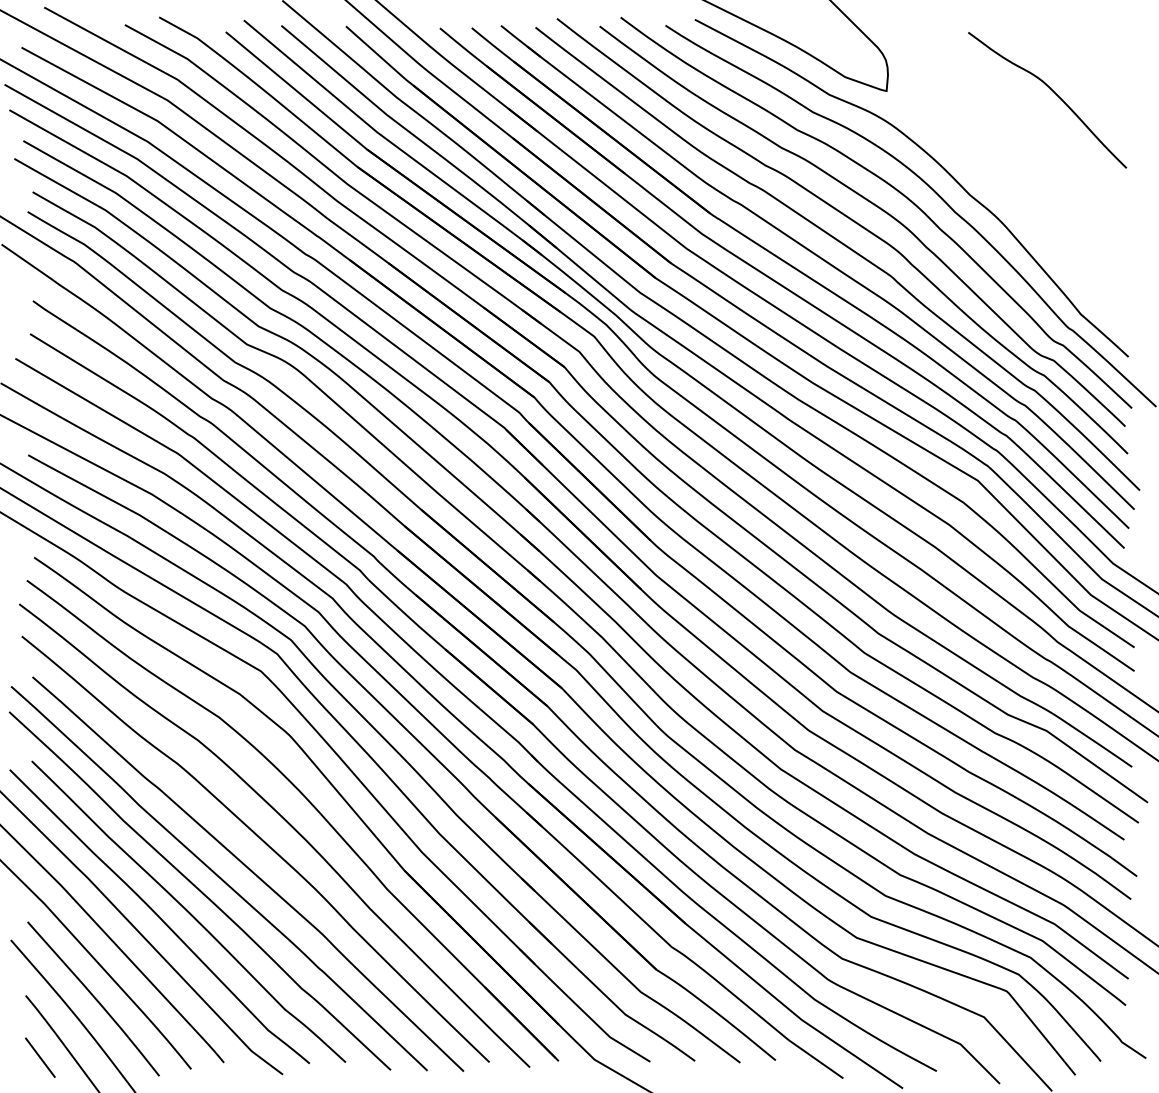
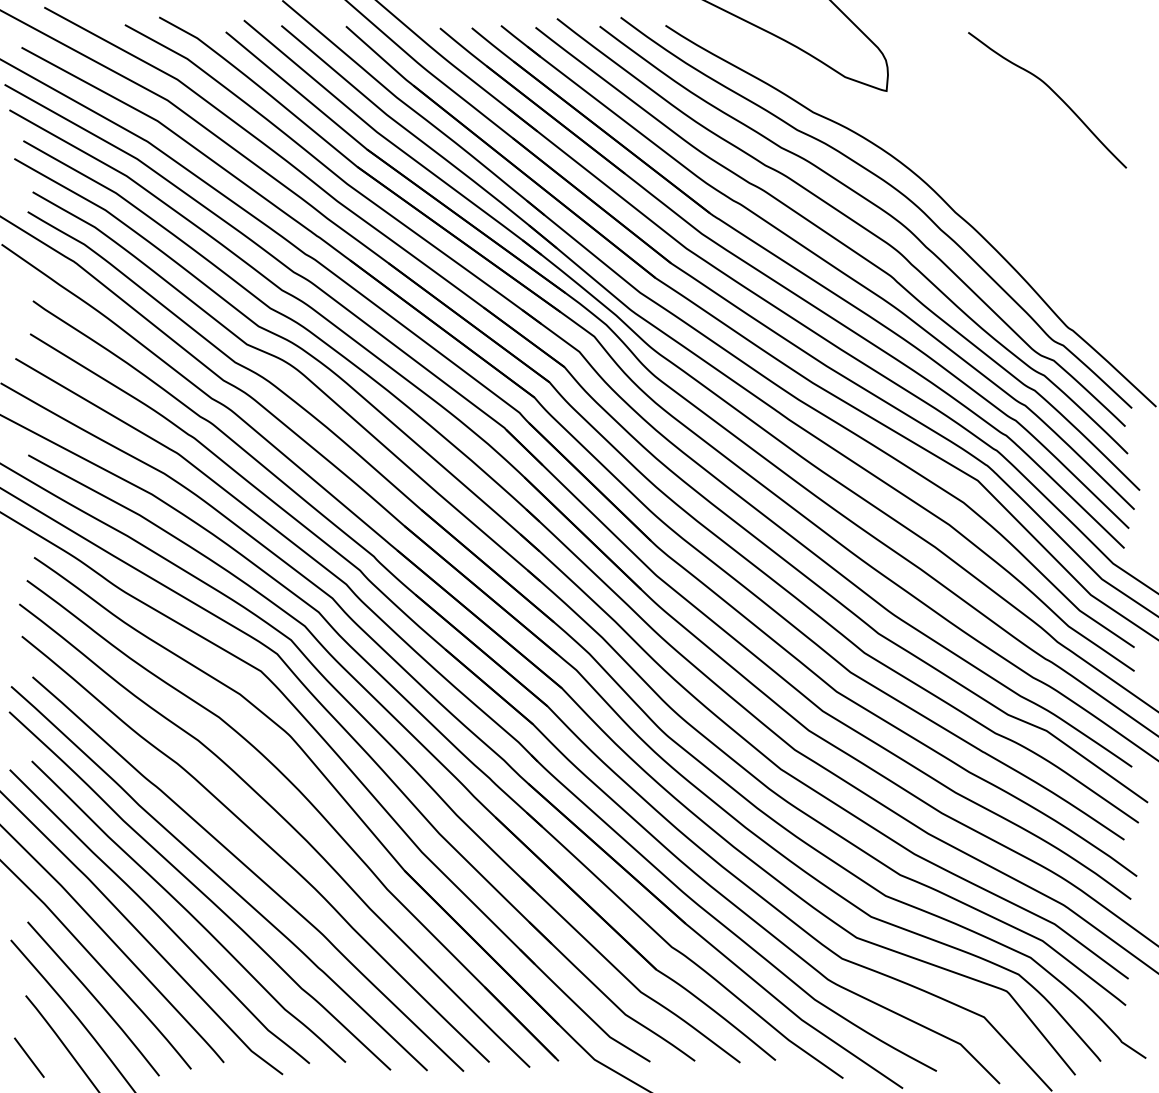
curve at (935, 162): present -> none
line at (40, 1057) position: (40, 1057) -> (29, 1057)
